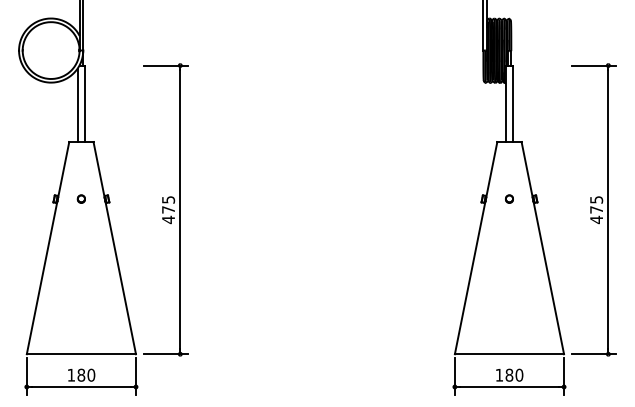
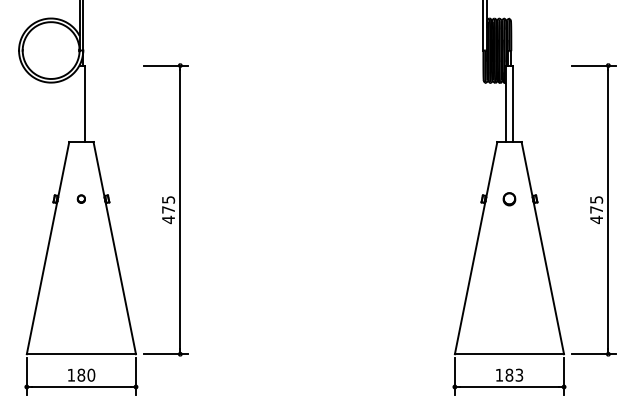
line at (77, 104): present -> none
part at (509, 198) size: 9x10 px -> 15x15 px
text at (519, 374): 180 -> 183
